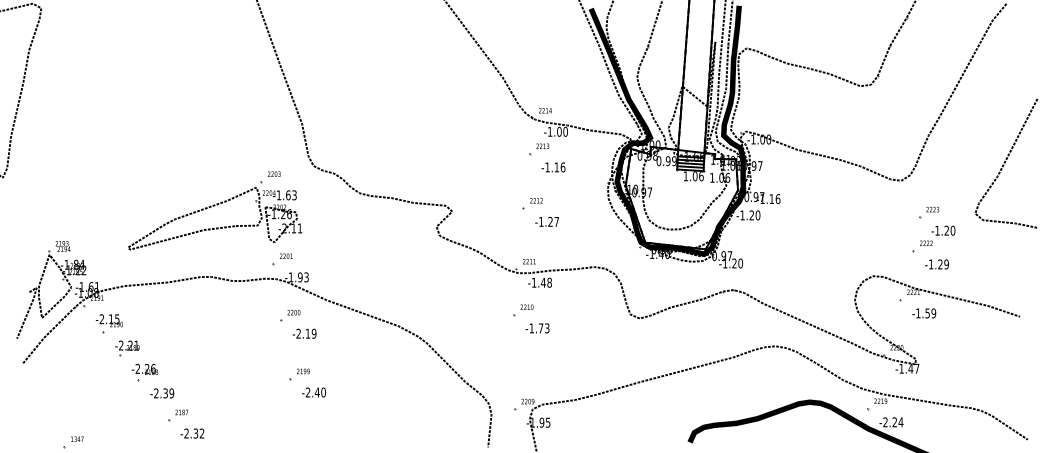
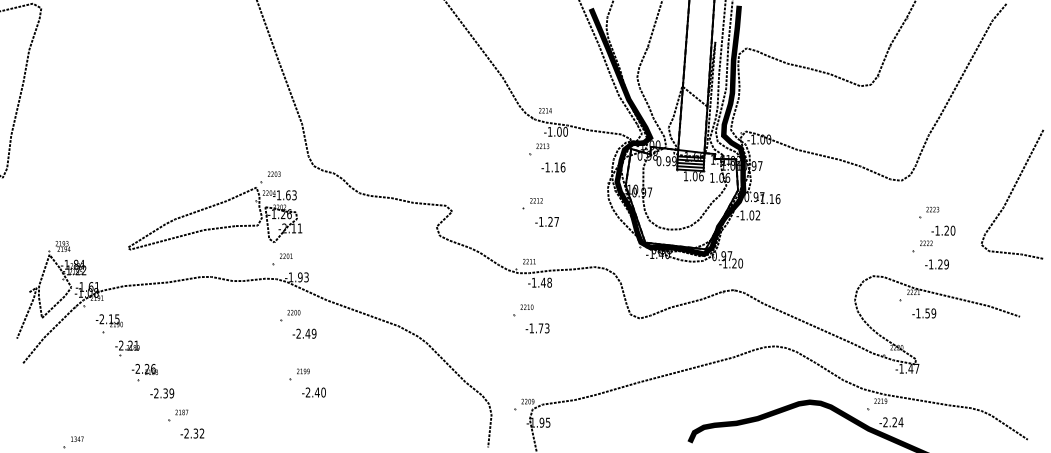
curve at (1005, 163) position: (1005, 163) -> (1011, 194)
text at (754, 215): -1.20 -> -1.02
text at (307, 333): -2.19 -> -2.49
